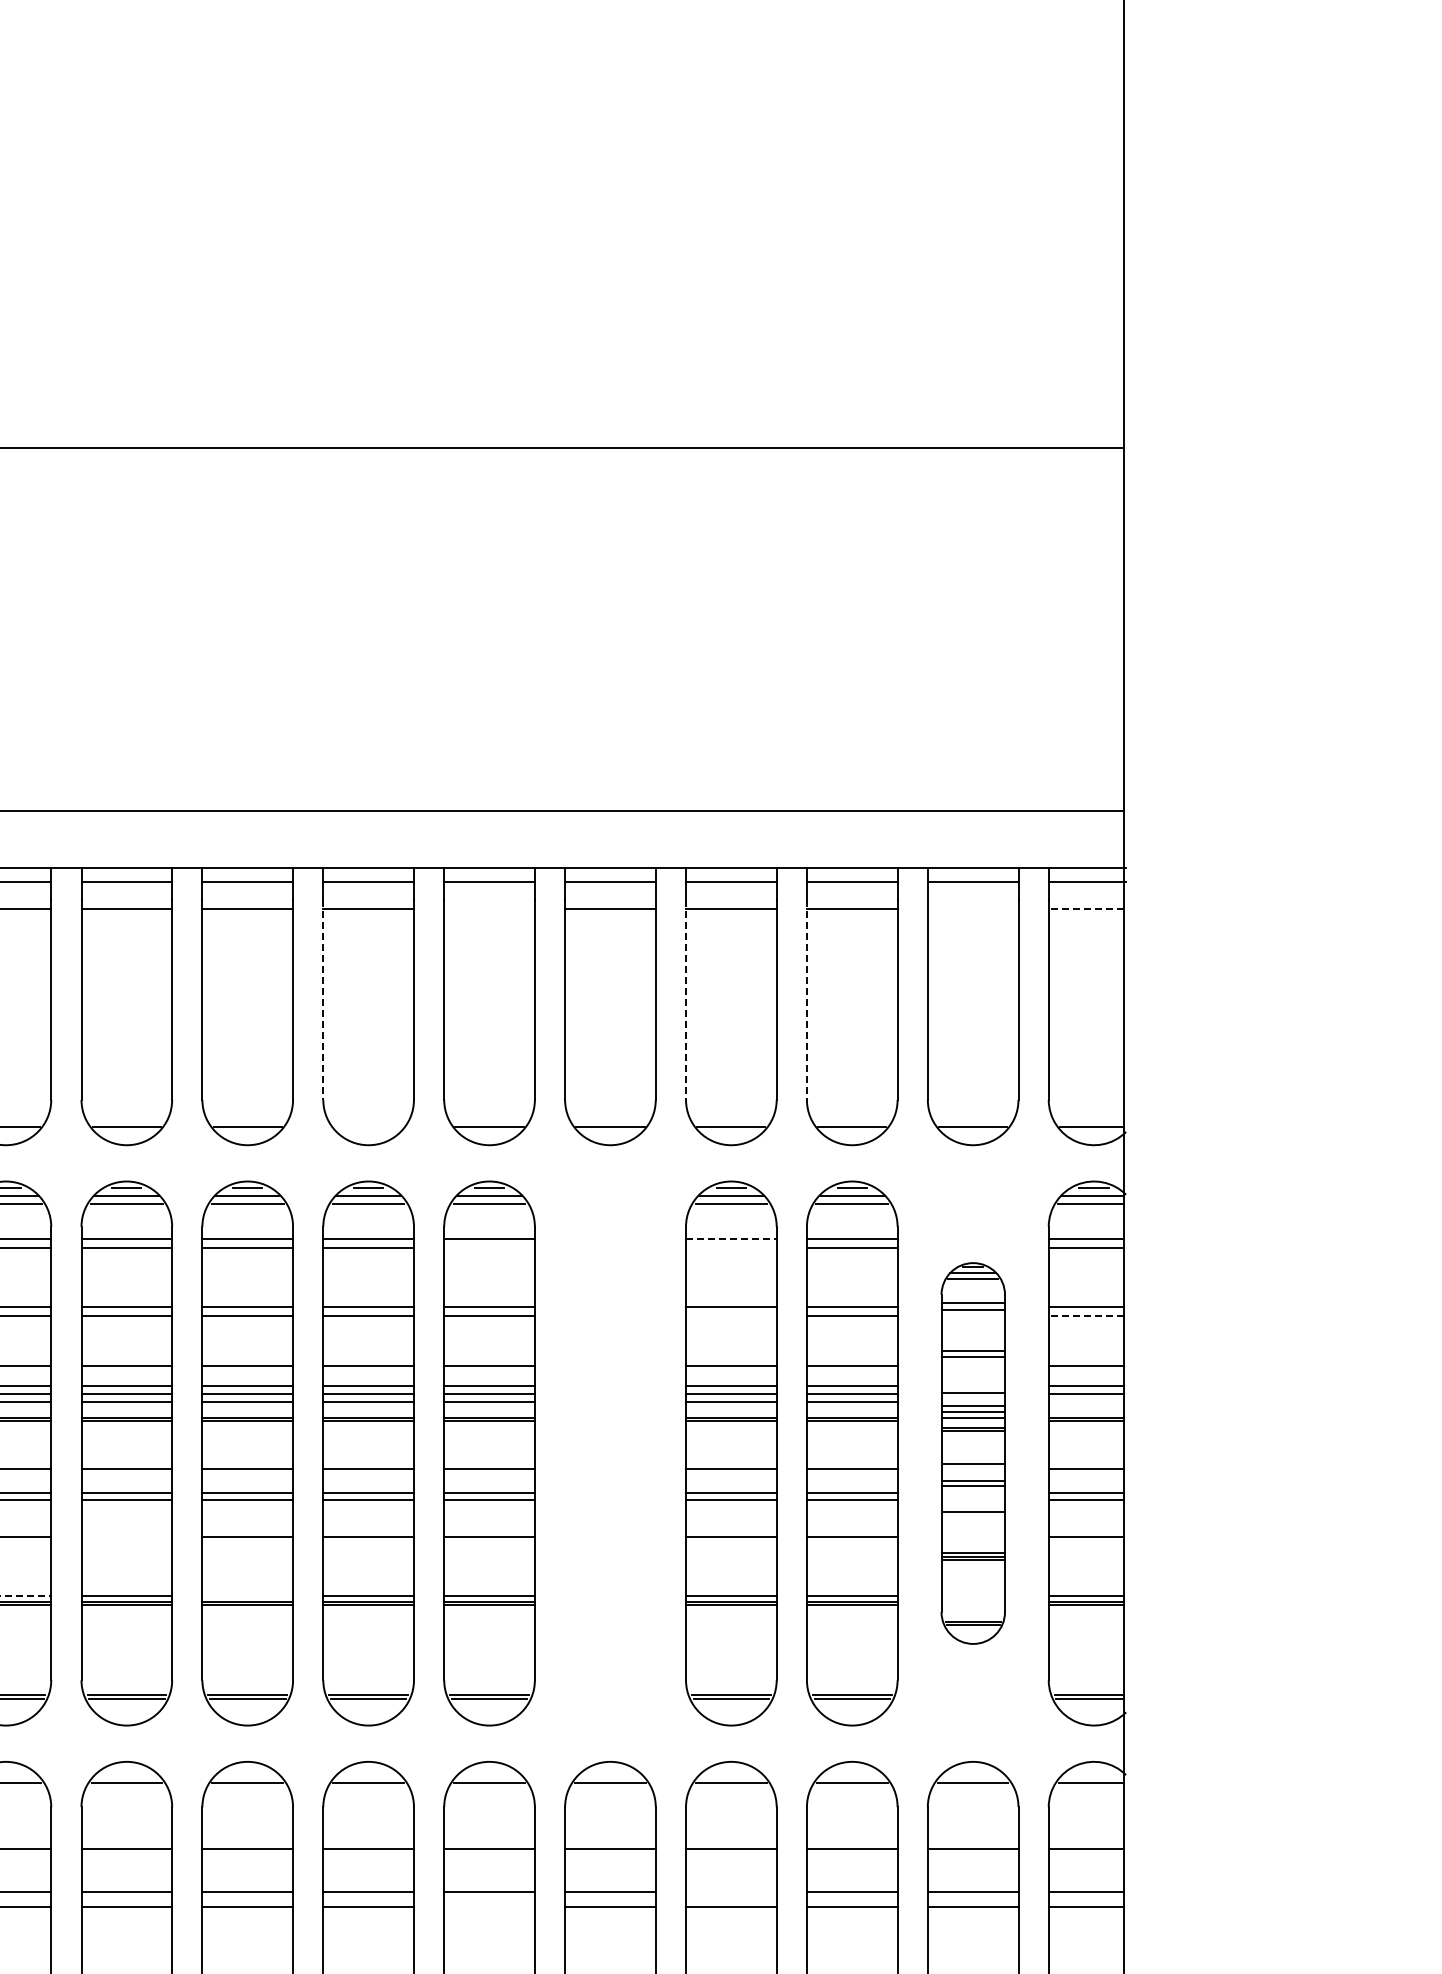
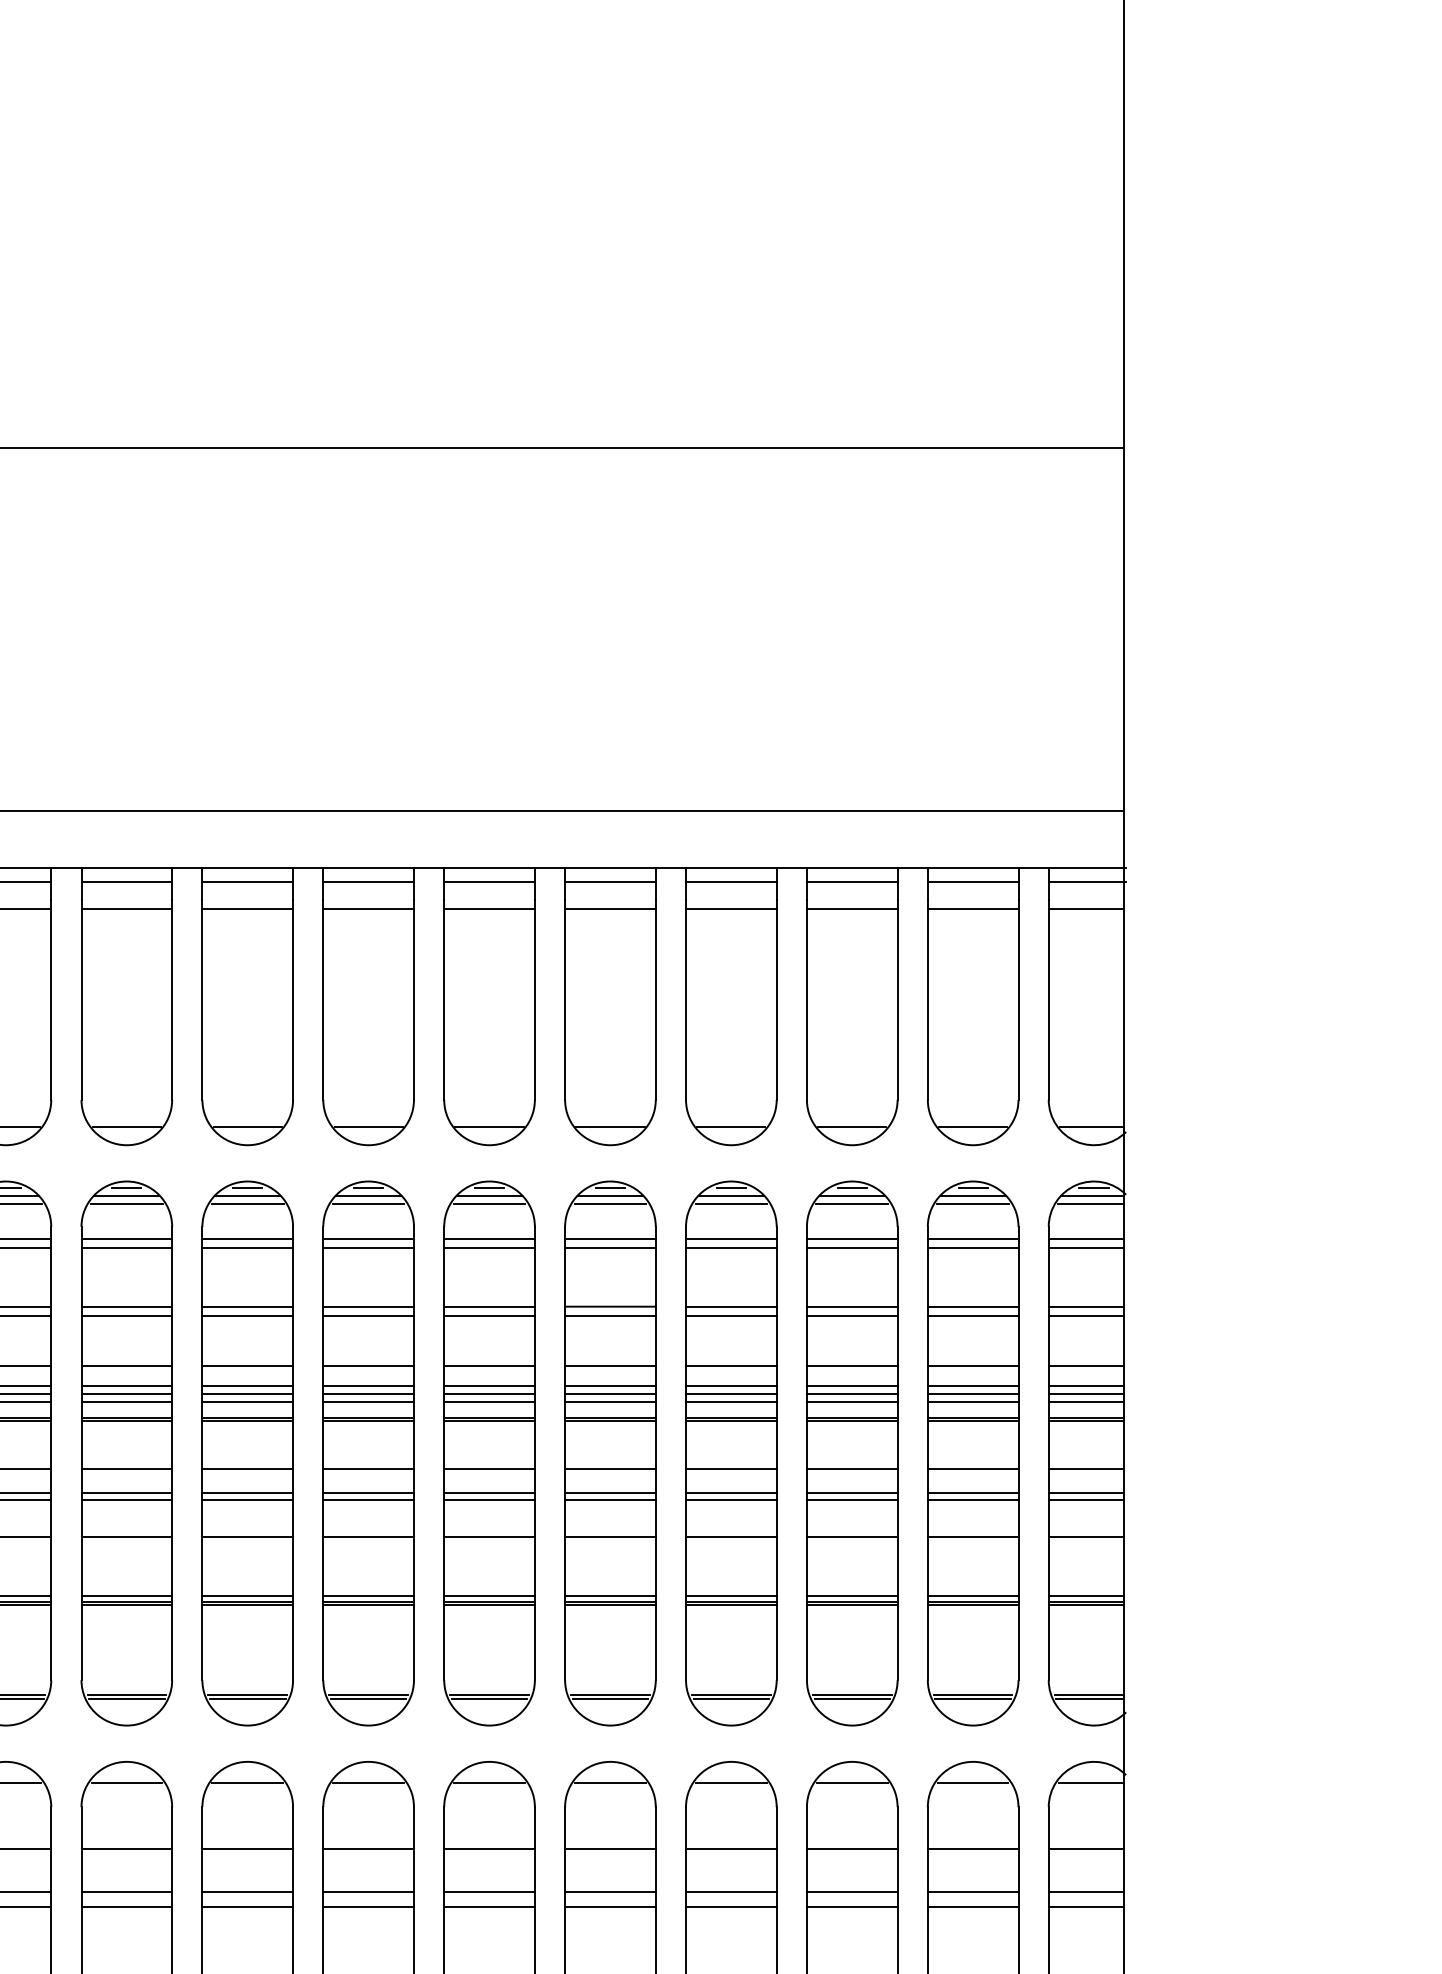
line at (489, 909): none -> present
line at (972, 909): none -> present
line at (1086, 909): dashed -> solid
line at (323, 1000): dashed -> solid
line at (686, 1000): dashed -> solid
line at (806, 1000): dashed -> solid
line at (368, 1127): none -> present
line at (731, 1239): dashed -> solid
line at (489, 1247): none -> present
line at (731, 1247): none -> present
line at (731, 1315): none -> present
line at (1086, 1315): dashed -> solid
line at (1086, 1402): none -> present
part at (610, 1453): none -> present
part at (972, 1453) size: 66x383 px -> 93x547 px
line at (126, 1537): none -> present
line at (26, 1595): dashed -> solid
line at (247, 1595): none -> present
line at (731, 1892): none -> present
line at (489, 1906): none -> present
